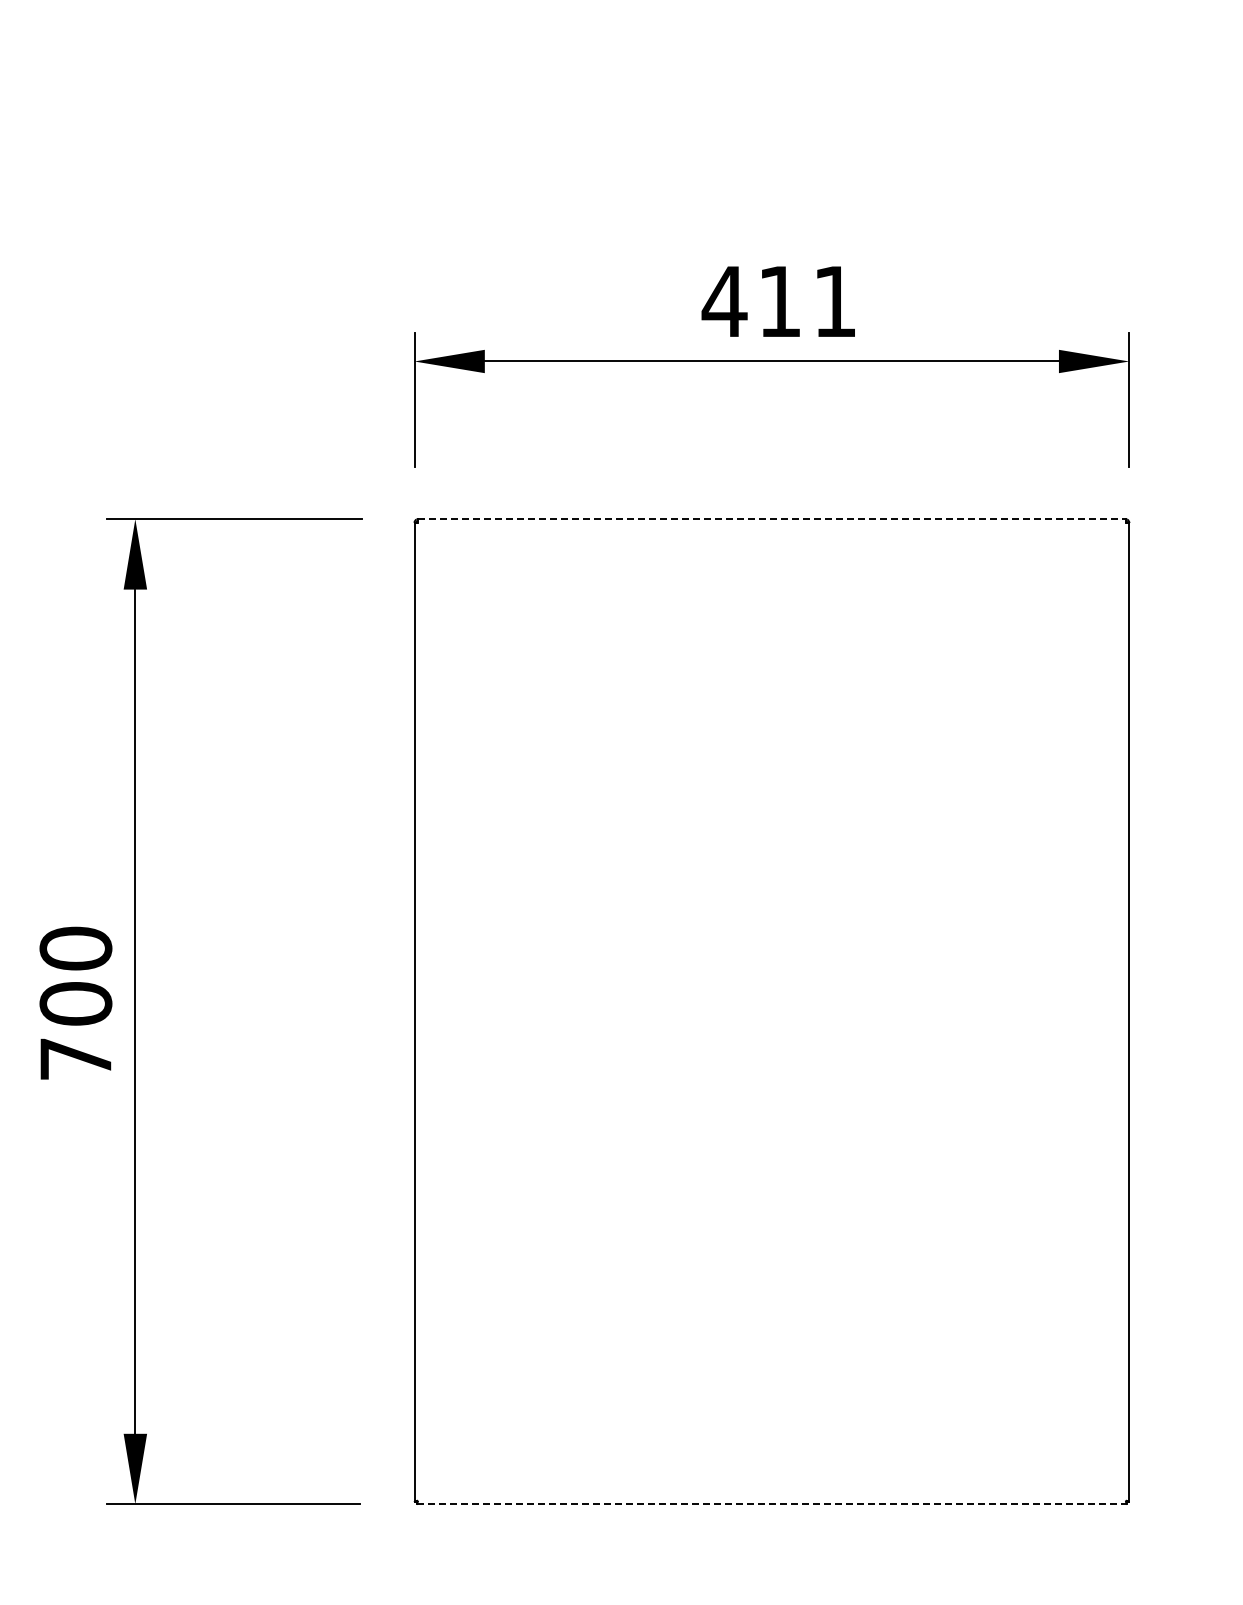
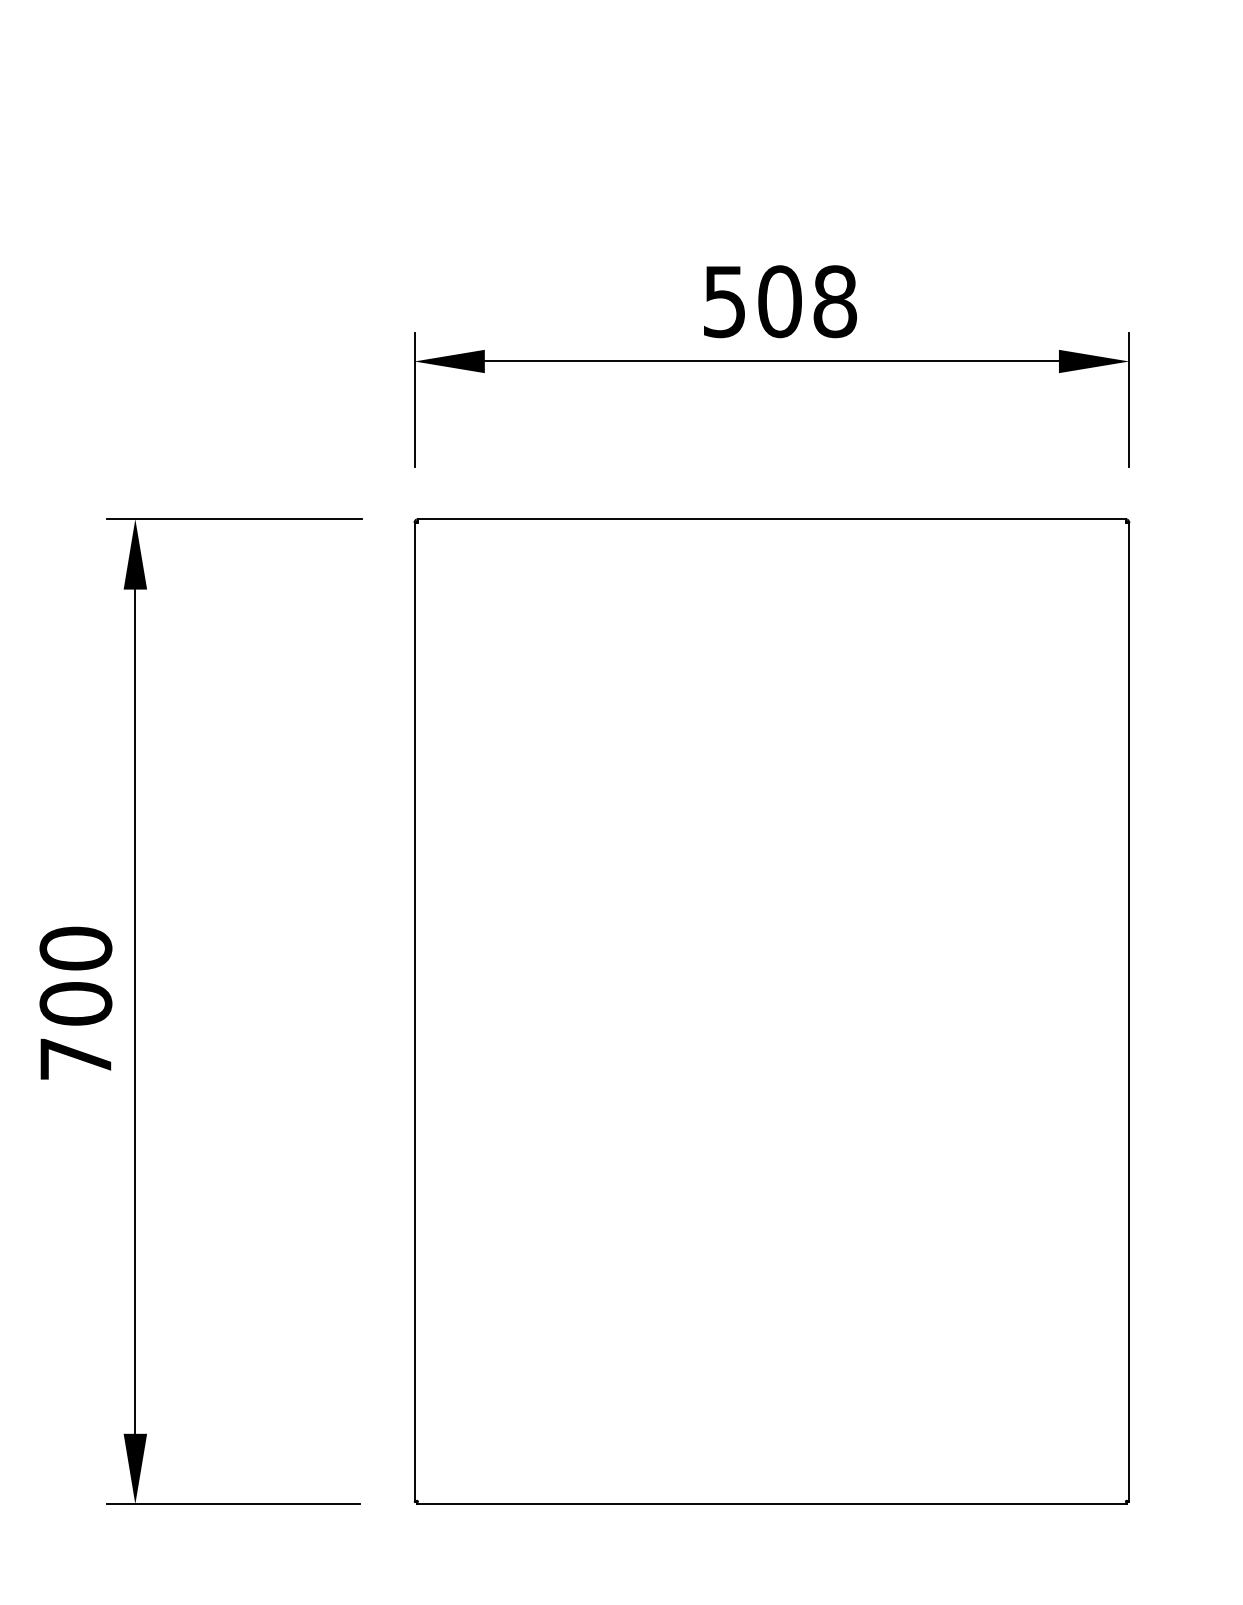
text at (779, 301): 411 -> 508
line at (771, 519): dashed -> solid
line at (772, 1504): dashed -> solid
